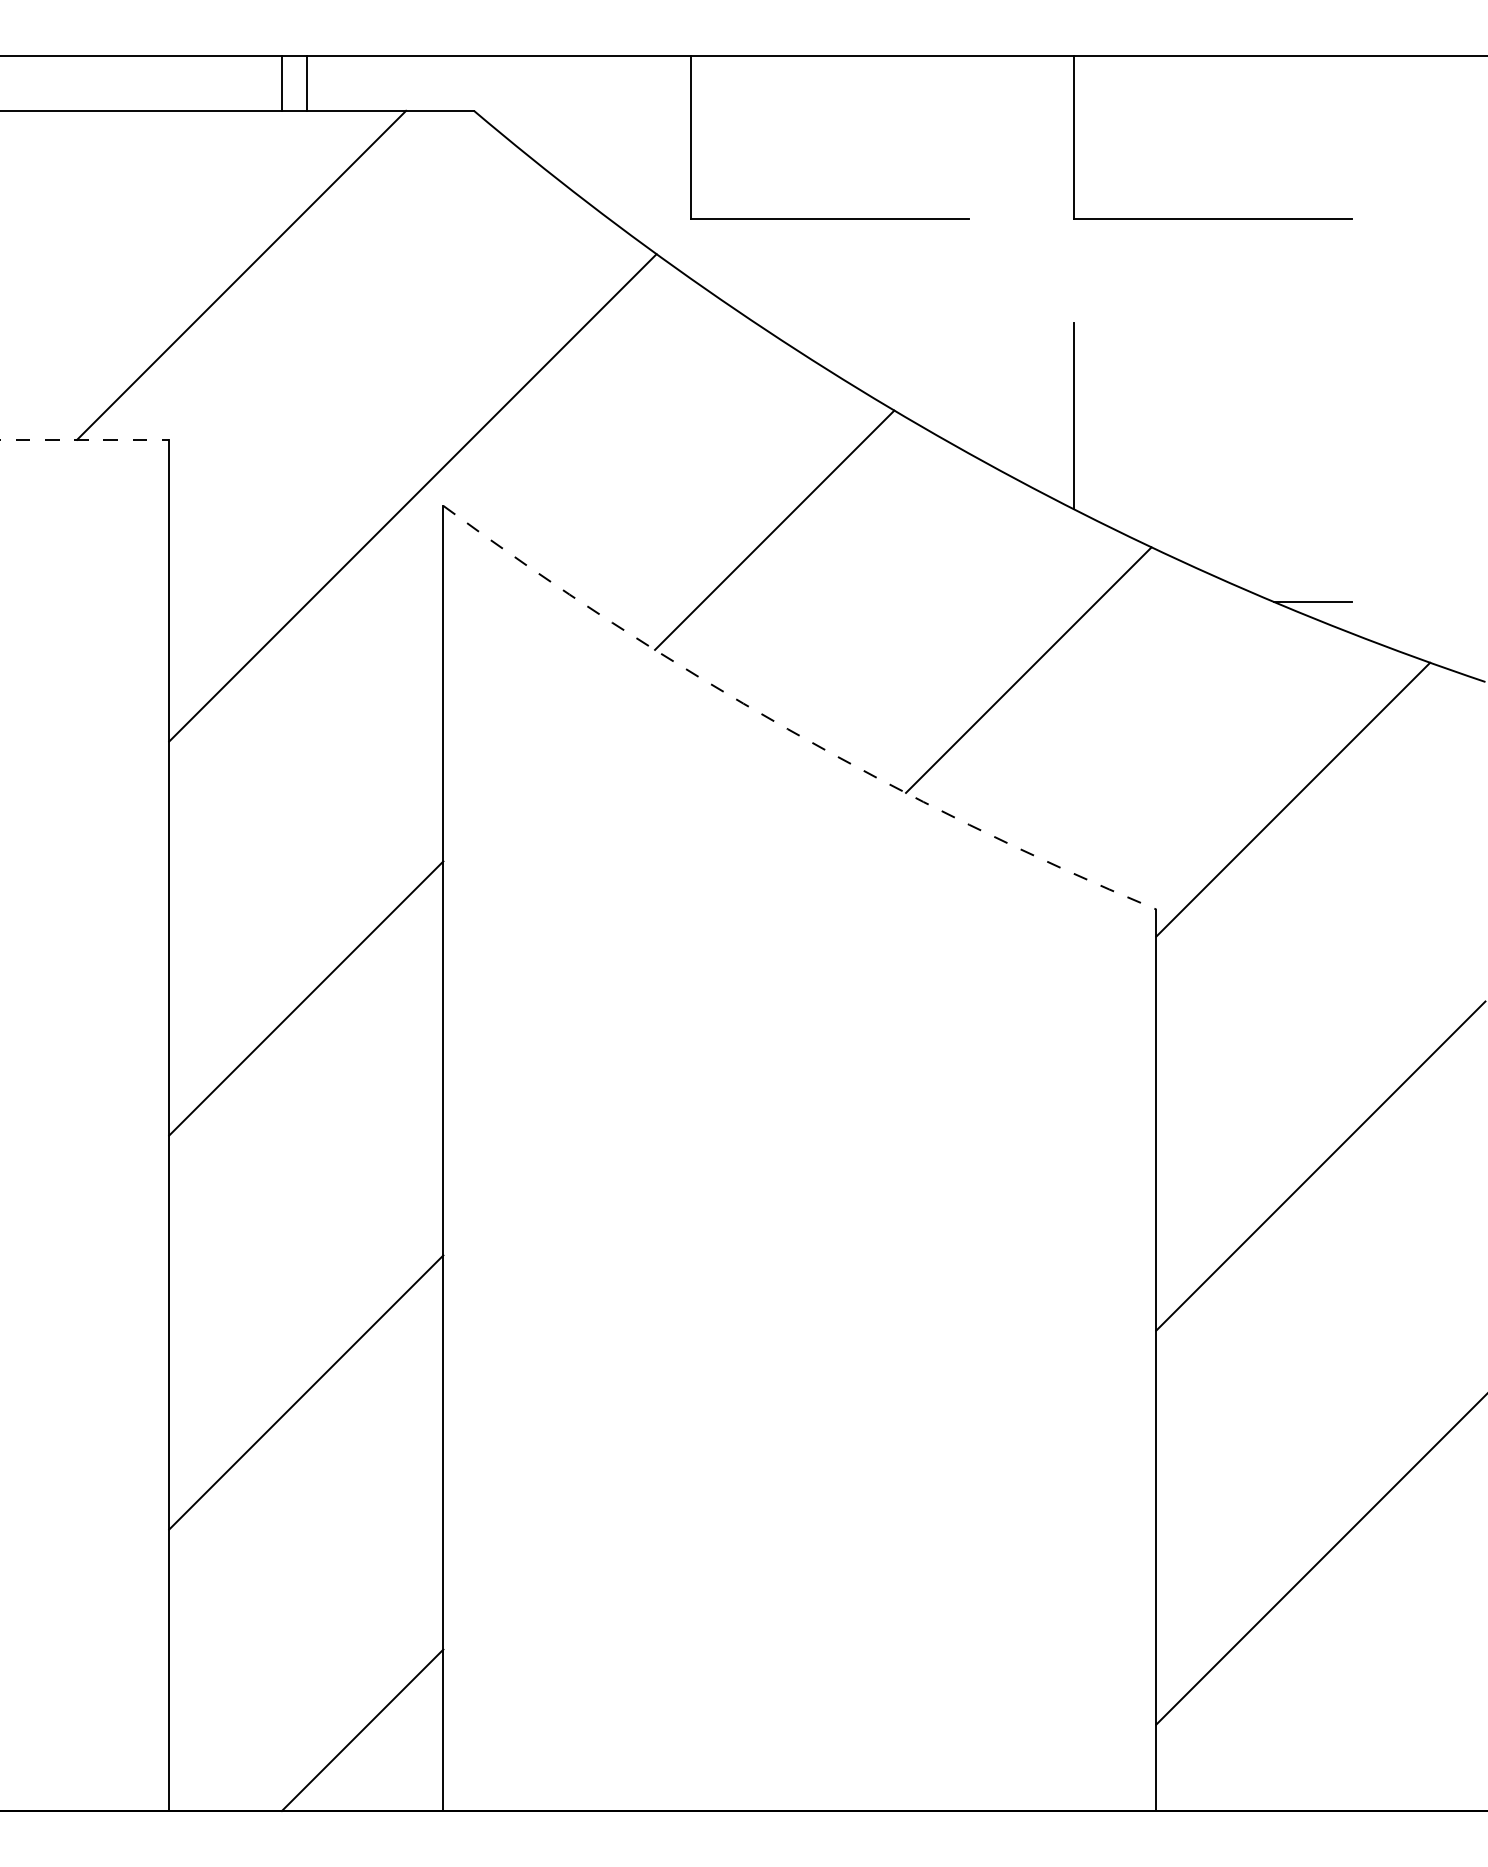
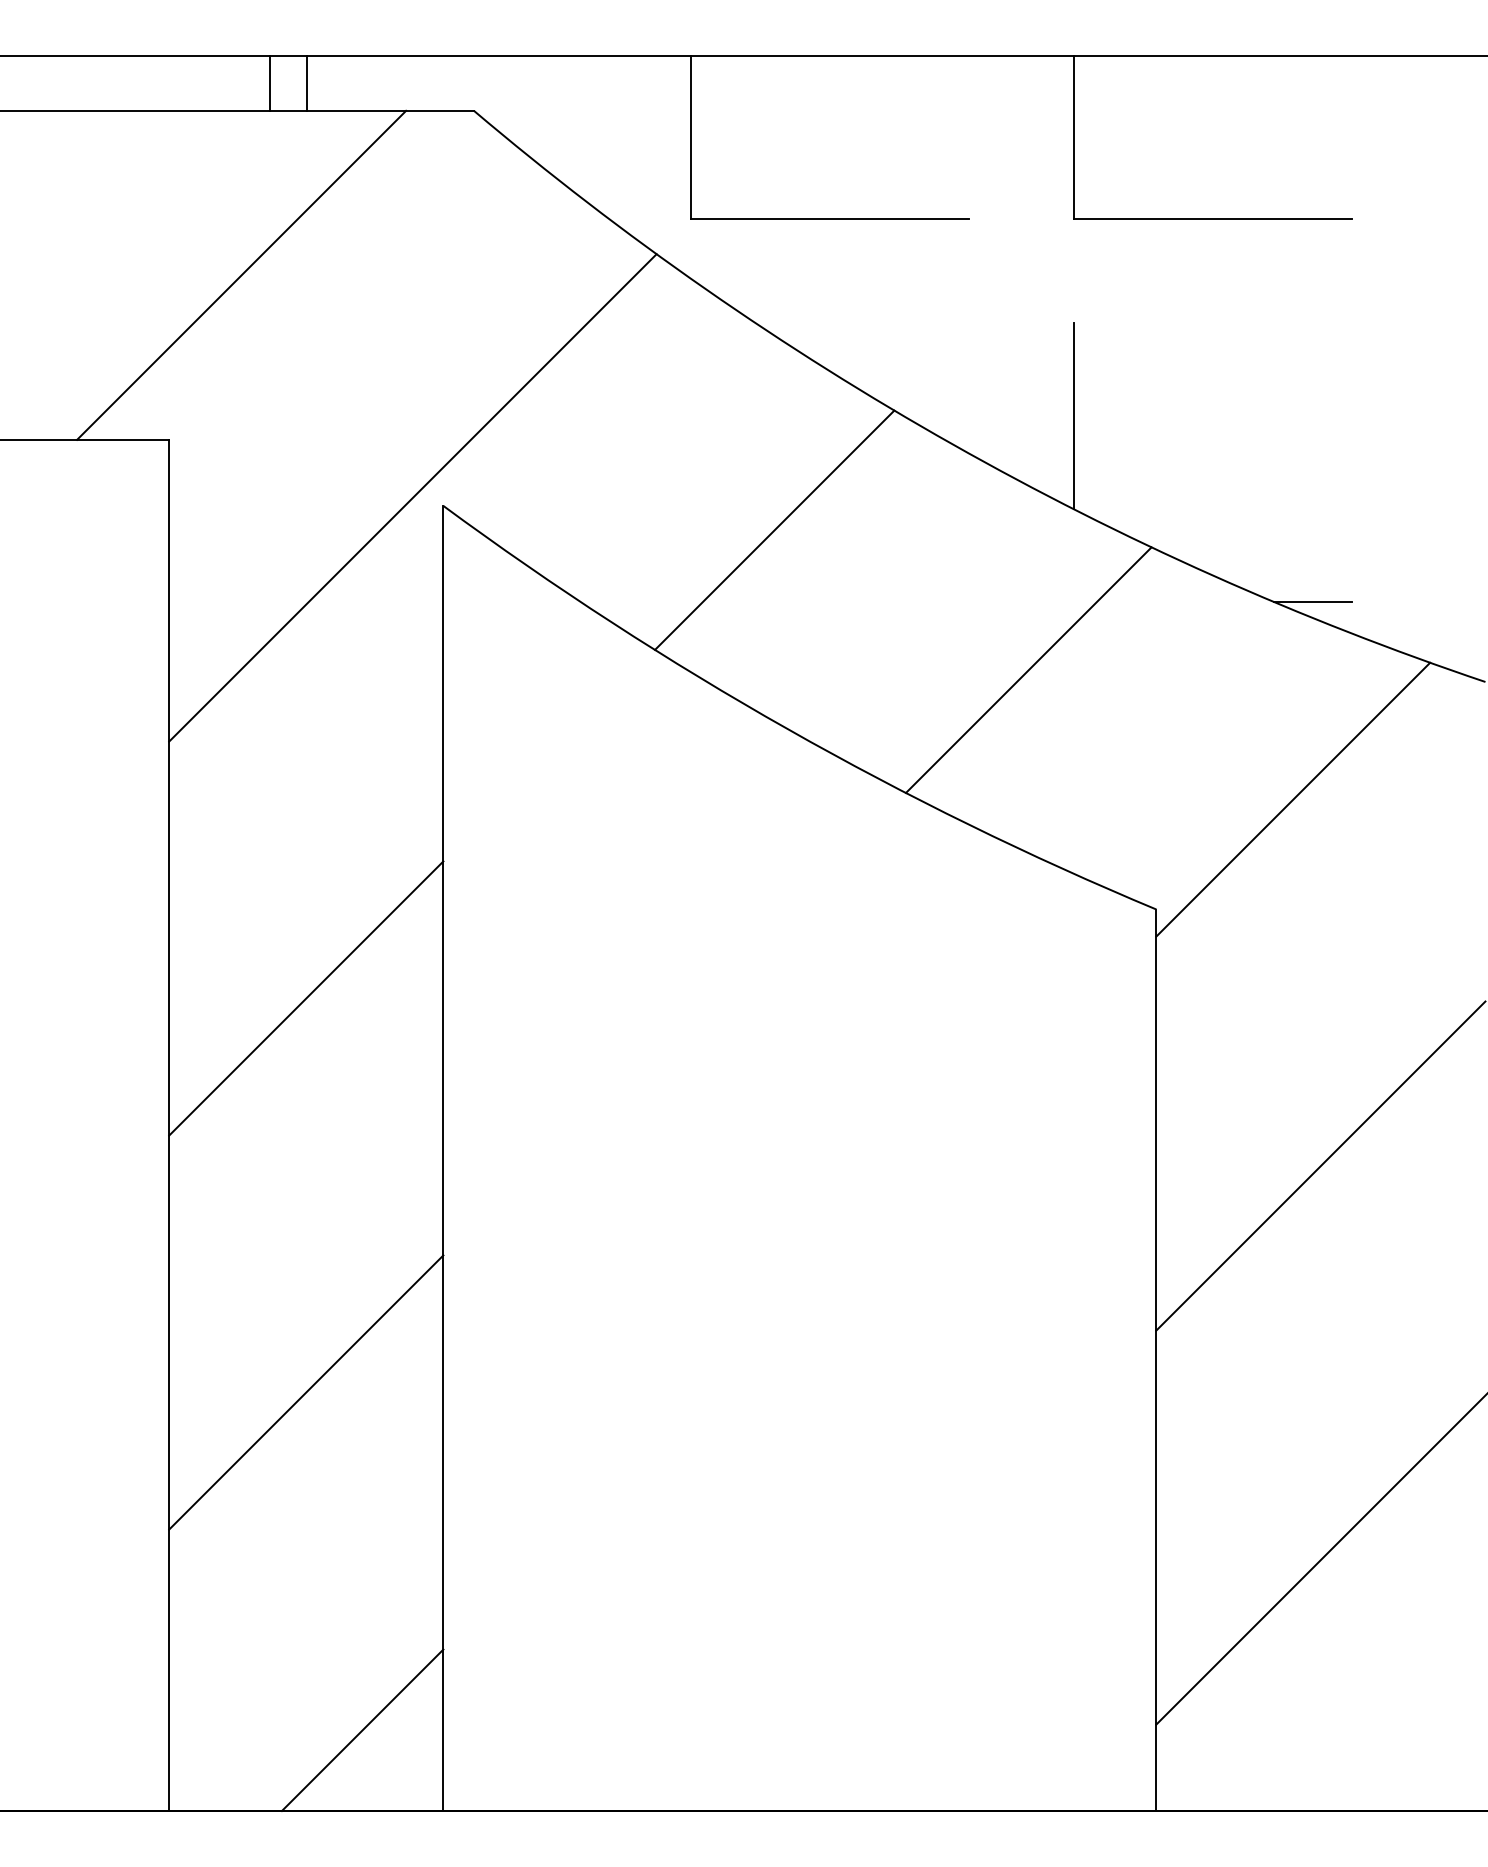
line at (282, 83) position: (282, 83) -> (270, 83)
line at (85, 439): dashed -> solid
arc at (787, 729): dashed -> solid
